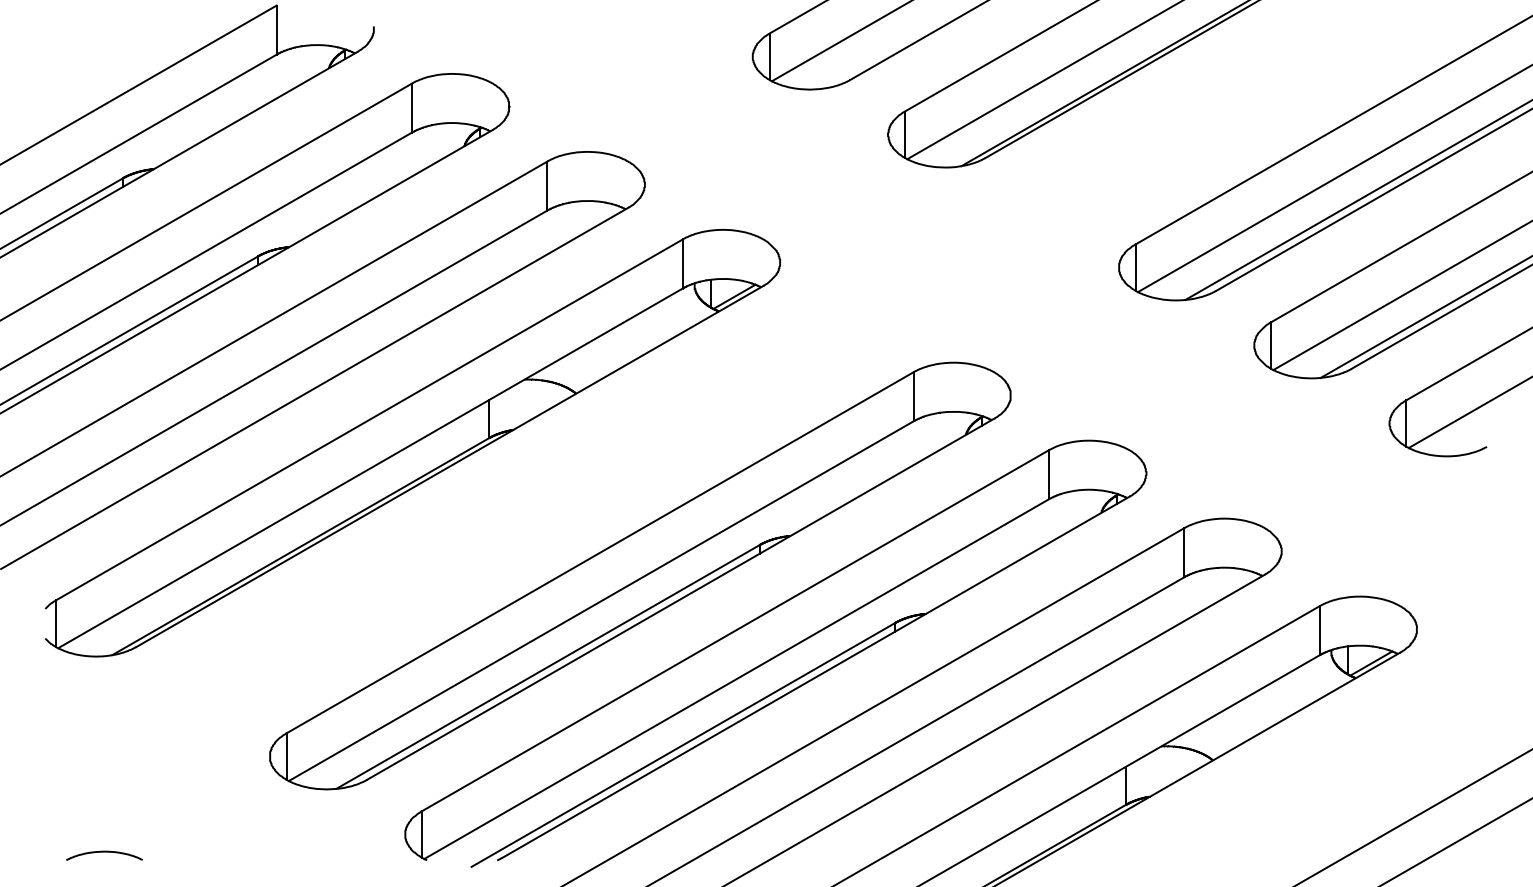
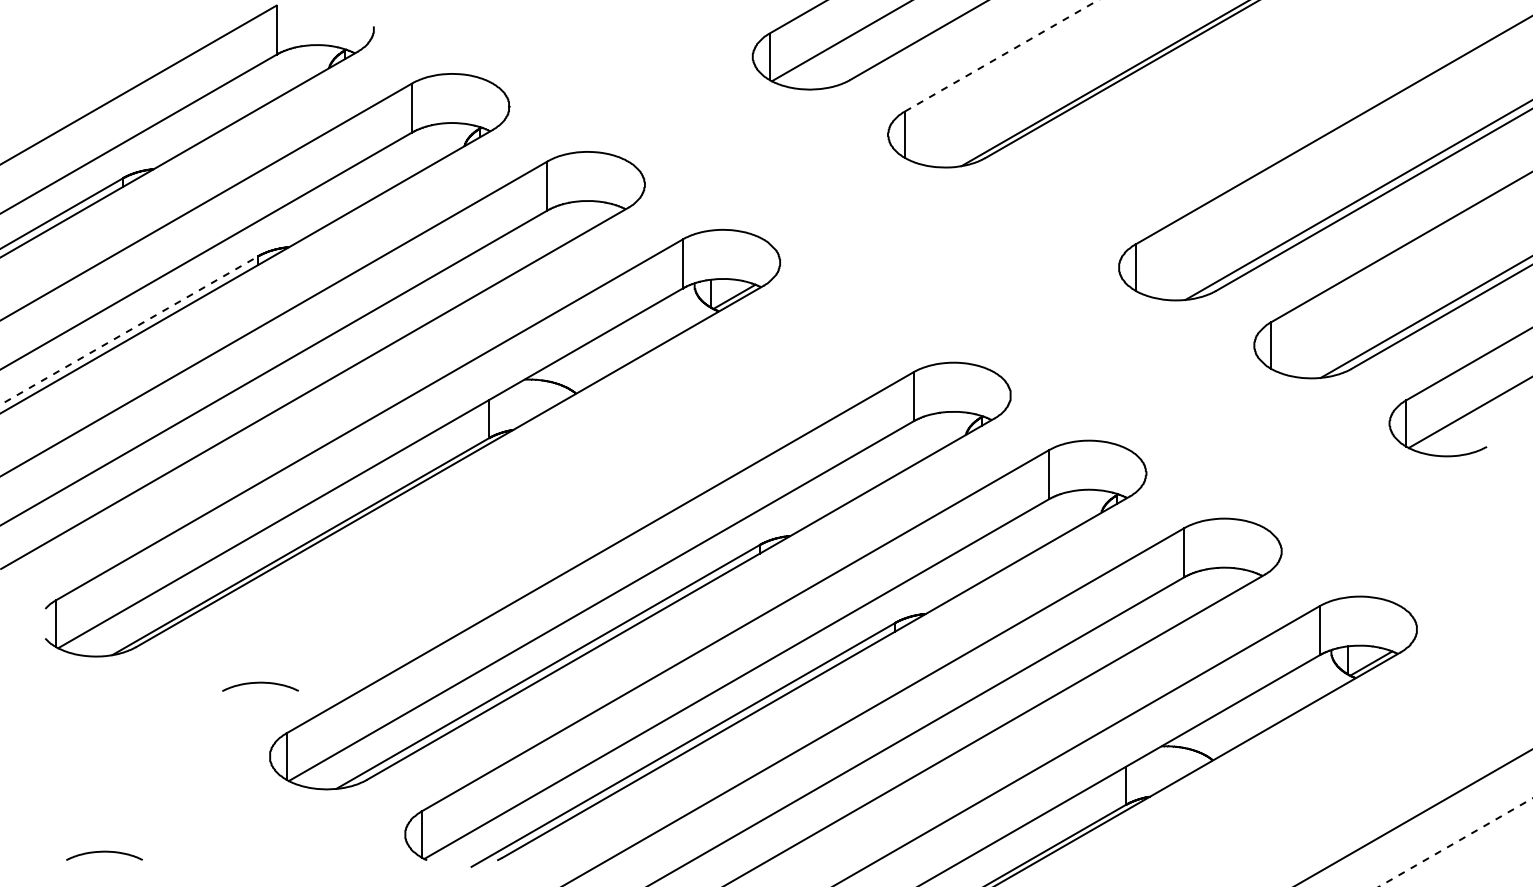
line at (1001, 55): solid -> dashed
line at (1043, 80): present -> none
line at (1333, 179): present -> none
line at (1401, 296): present -> none
line at (129, 330): solid -> dashed
curve at (260, 683): none -> present
line at (1455, 842): solid -> dashed
